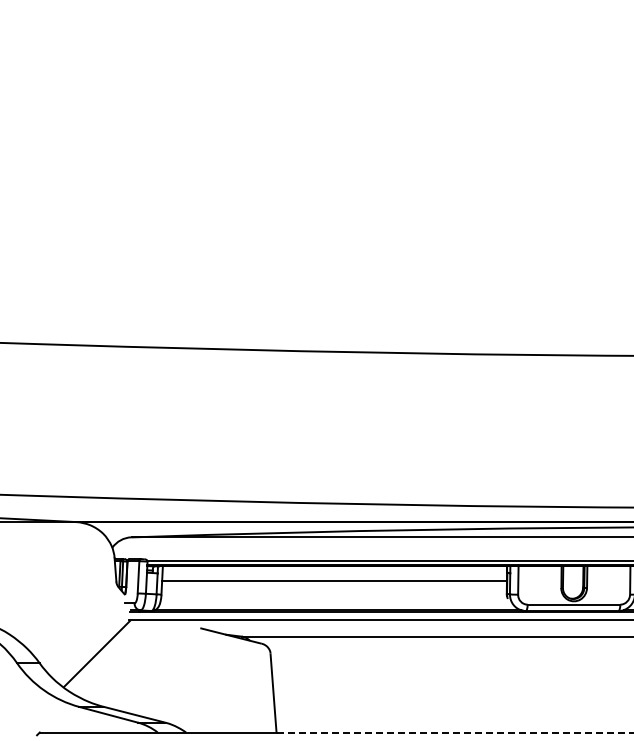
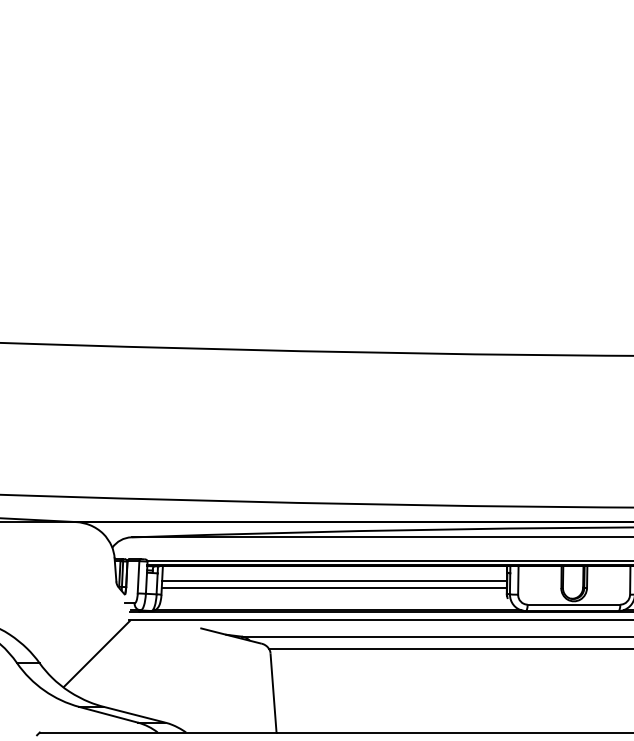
line at (333, 587): none -> present
line at (449, 648): none -> present
line at (455, 732): dashed -> solid
